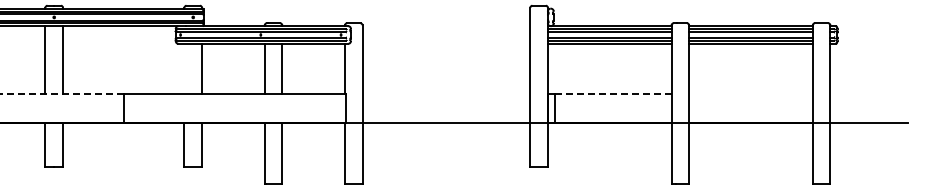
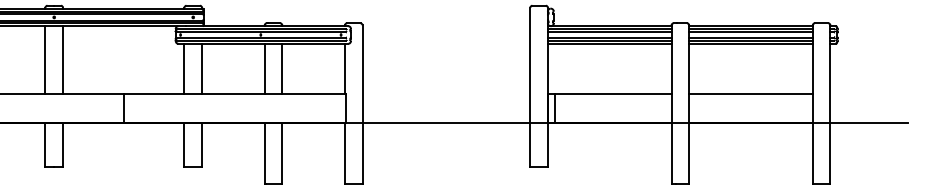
line at (184, 68): none -> present
line at (61, 94): dashed -> solid
line at (613, 94): dashed -> solid
line at (750, 94): none -> present
